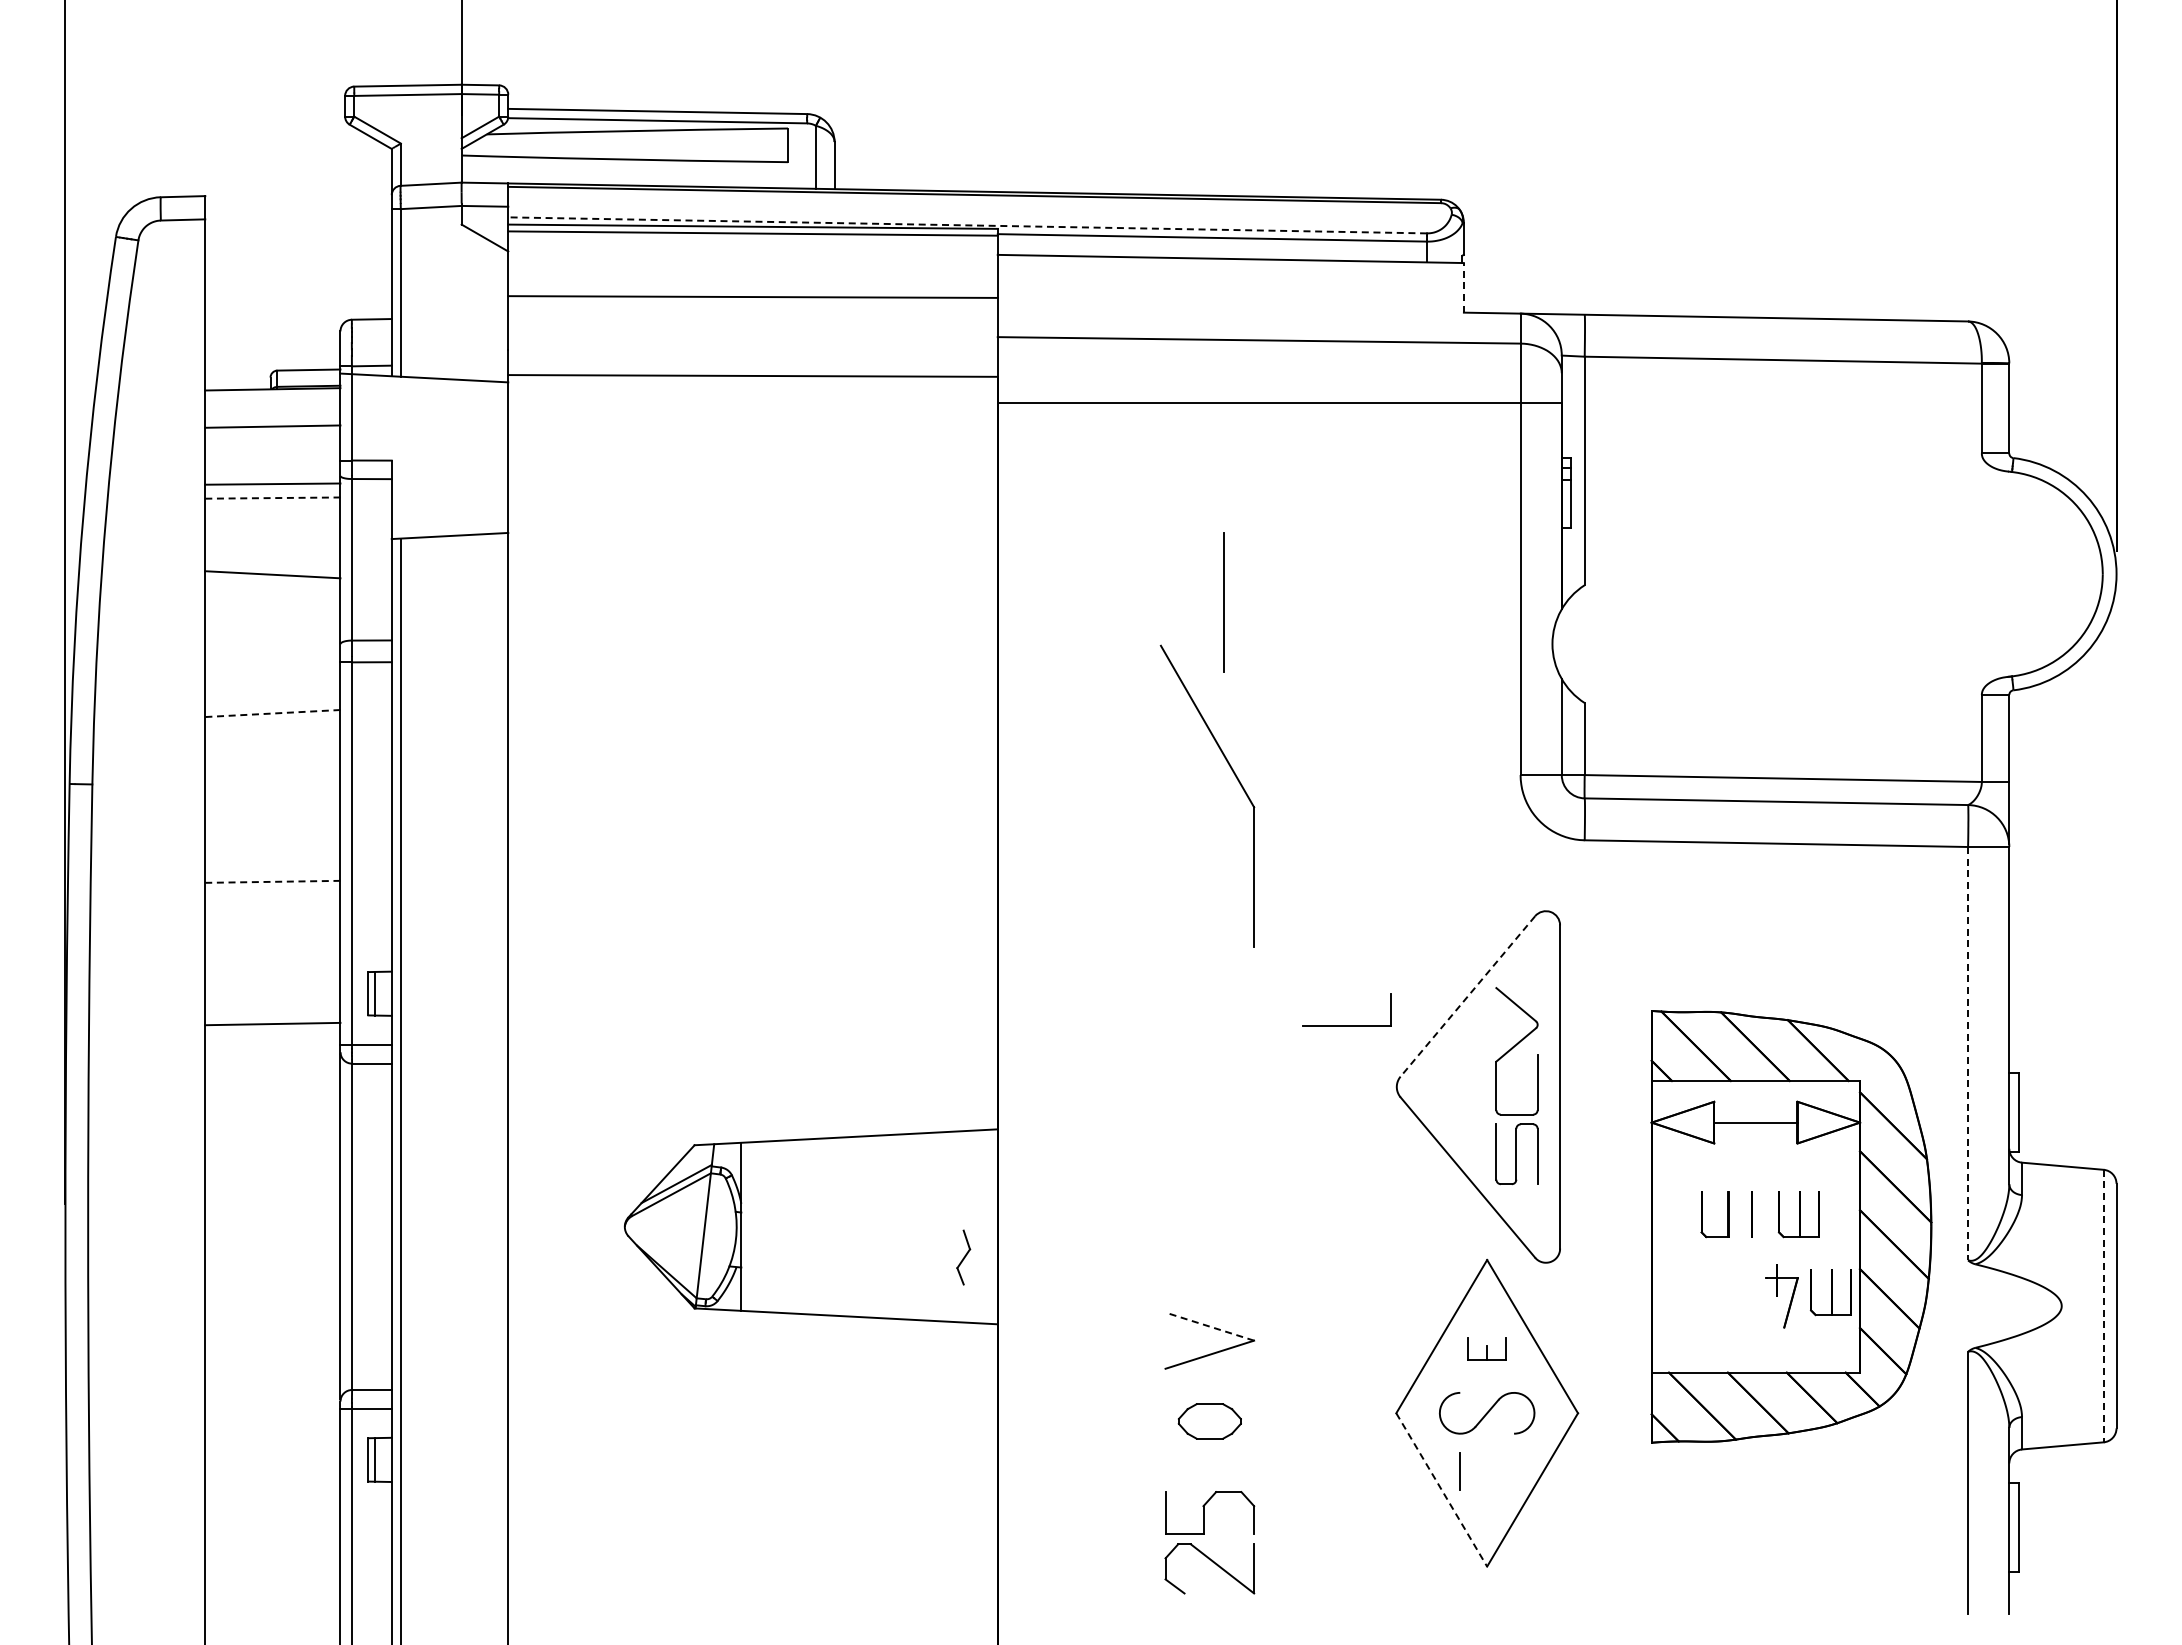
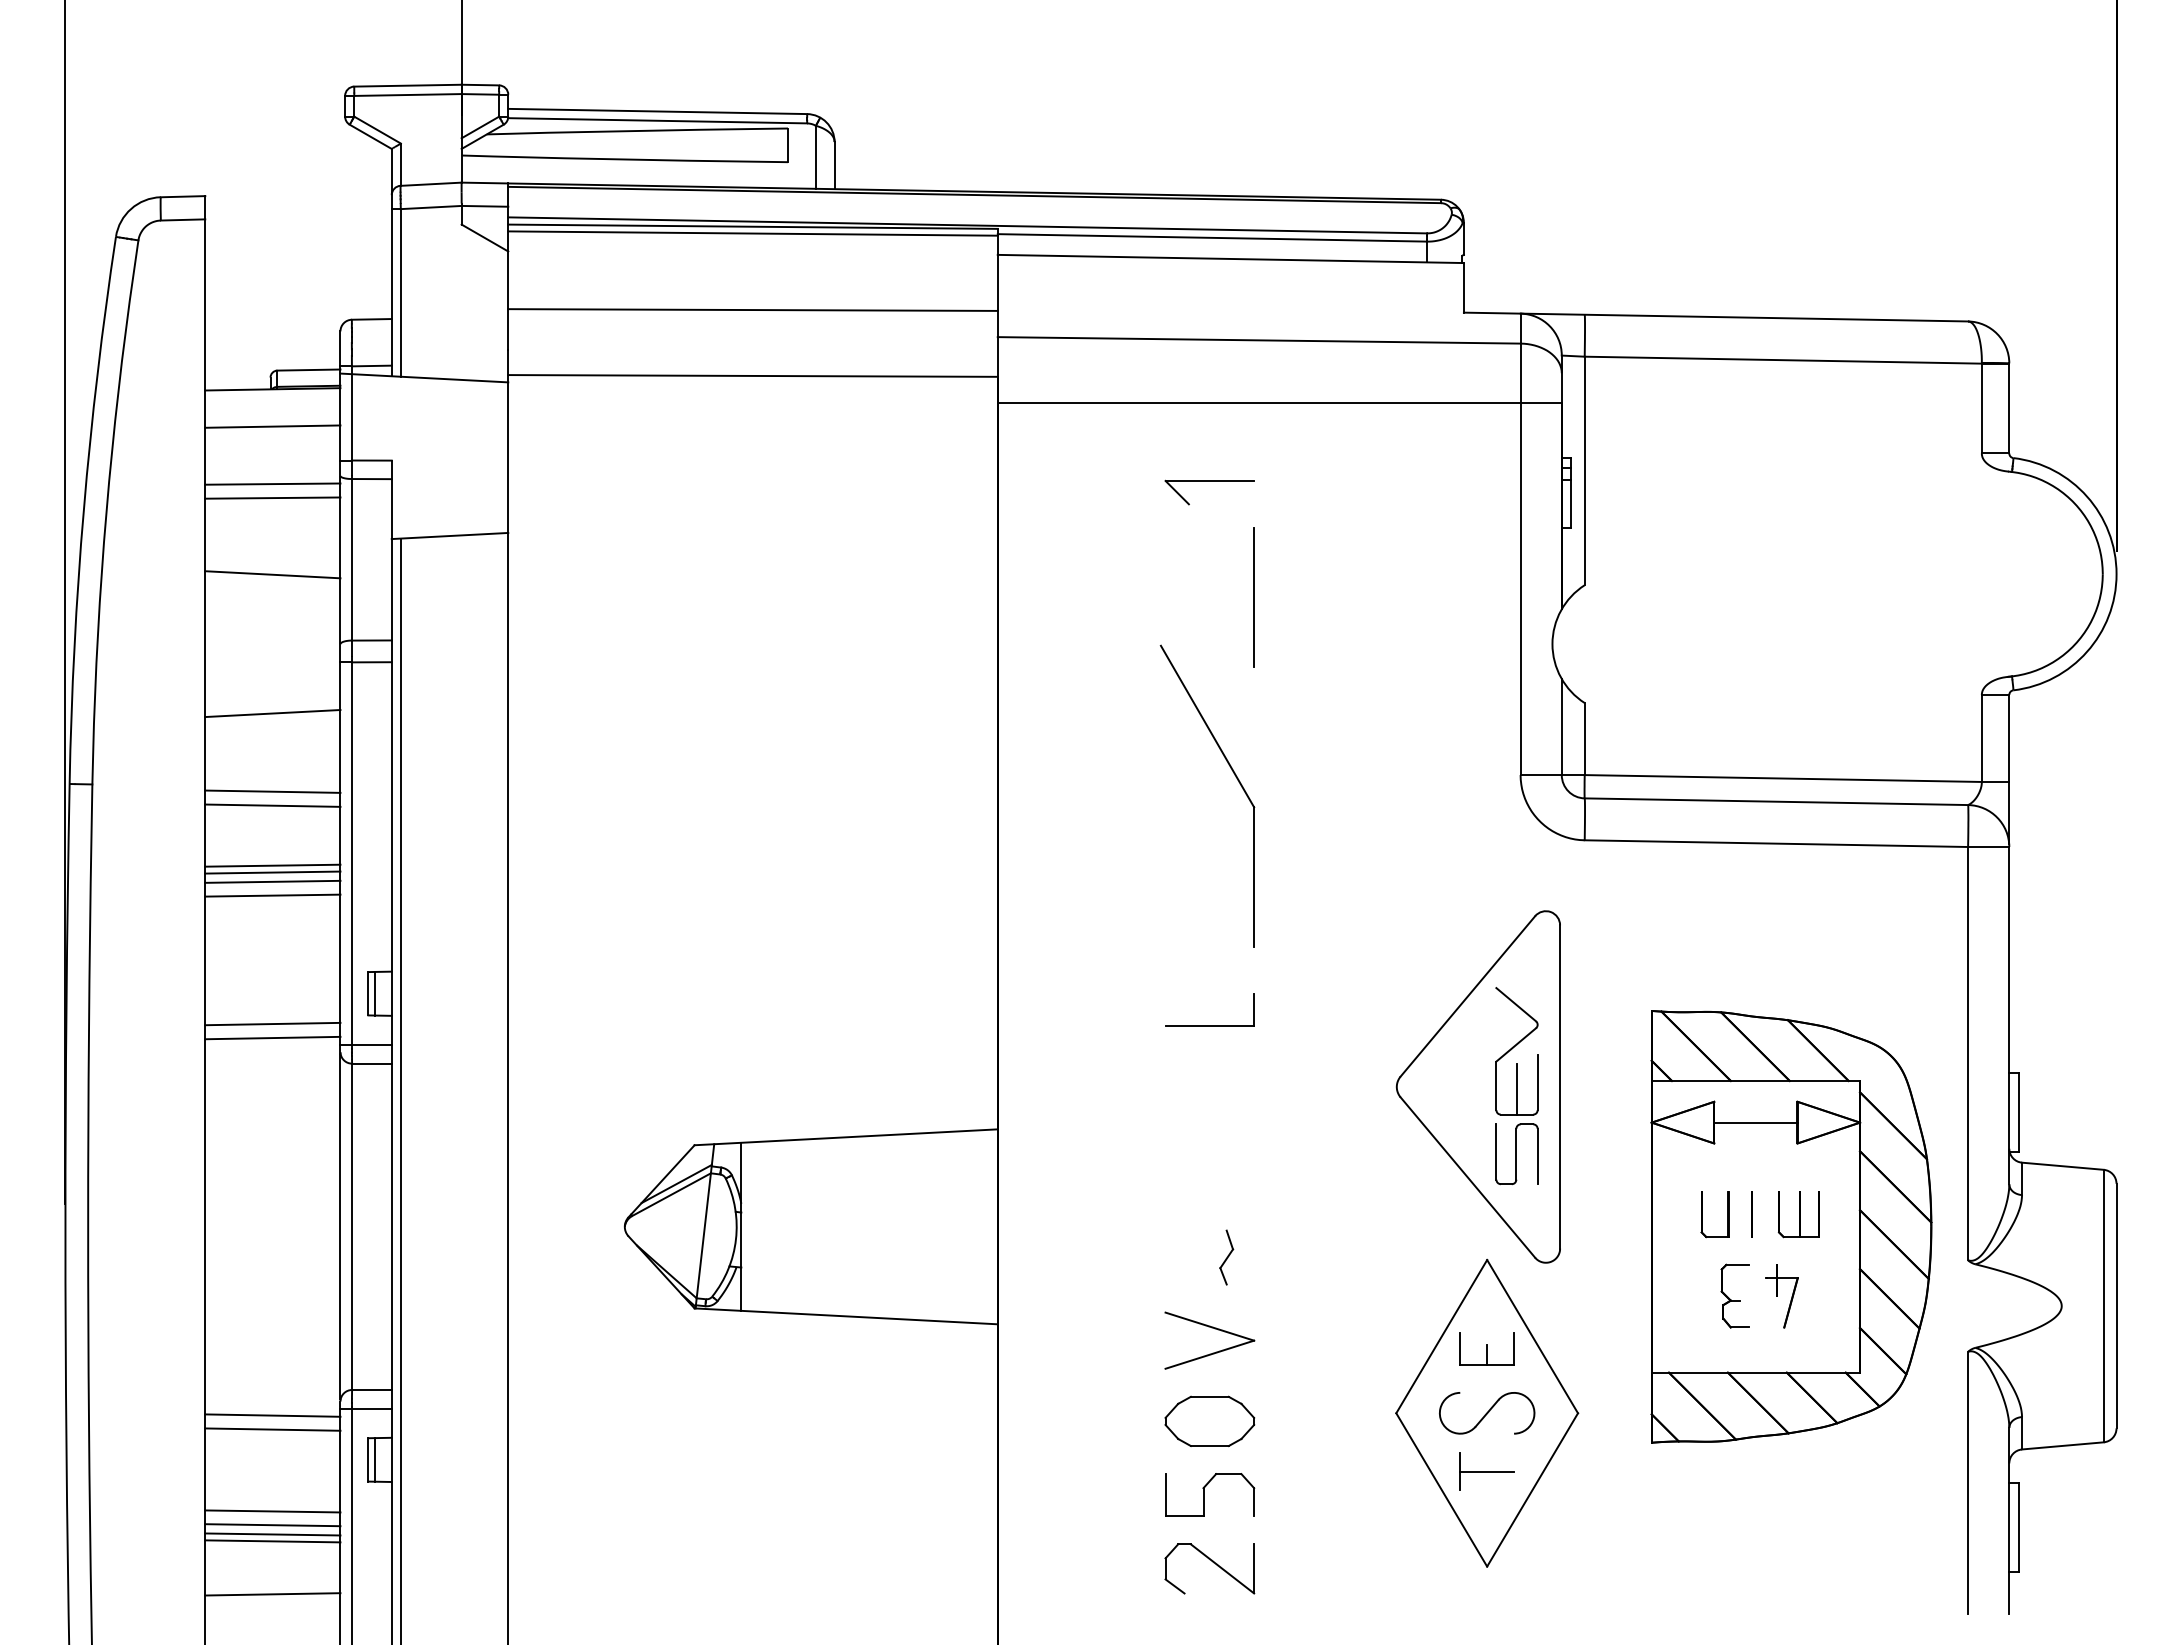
line at (967, 225): dashed -> solid
line at (1463, 287): dashed -> solid
line at (752, 296) position: (752, 296) -> (752, 309)
part at (1209, 481): none -> present
line at (272, 498): dashed -> solid
line at (1223, 602) position: (1223, 602) -> (1253, 597)
line at (272, 713): dashed -> solid
line at (272, 791): none -> present
line at (272, 805): none -> present
line at (272, 865): none -> present
line at (272, 872): none -> present
line at (272, 881): dashed -> solid
line at (272, 895): none -> present
line at (1467, 996): dashed -> solid
part at (1346, 1025) position: (1346, 1025) -> (1209, 1025)
line at (272, 1037): none -> present
line at (1968, 1053): dashed -> solid
line at (1517, 1088): none -> present
part at (963, 1257) position: (963, 1257) -> (1226, 1257)
part at (1830, 1292): present -> none
part at (1734, 1295): none -> present
line at (2103, 1306): dashed -> solid
line at (1209, 1326): dashed -> solid
part at (1486, 1348) size: 40x24 px -> 56x34 px
line at (272, 1415): none -> present
part at (1209, 1421) size: 65x37 px -> 92x53 px
line at (272, 1429): none -> present
line at (1487, 1471): none -> present
line at (1441, 1490): dashed -> solid
line at (272, 1511): none -> present
part at (1210, 1512) position: (1210, 1512) -> (1210, 1494)
line at (272, 1525): none -> present
line at (272, 1534): none -> present
line at (272, 1541): none -> present
line at (272, 1594): none -> present
